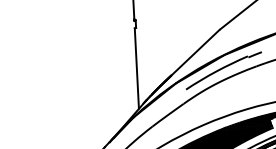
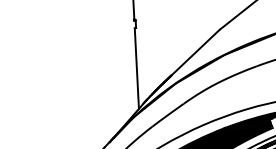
part at (223, 70): present -> none
